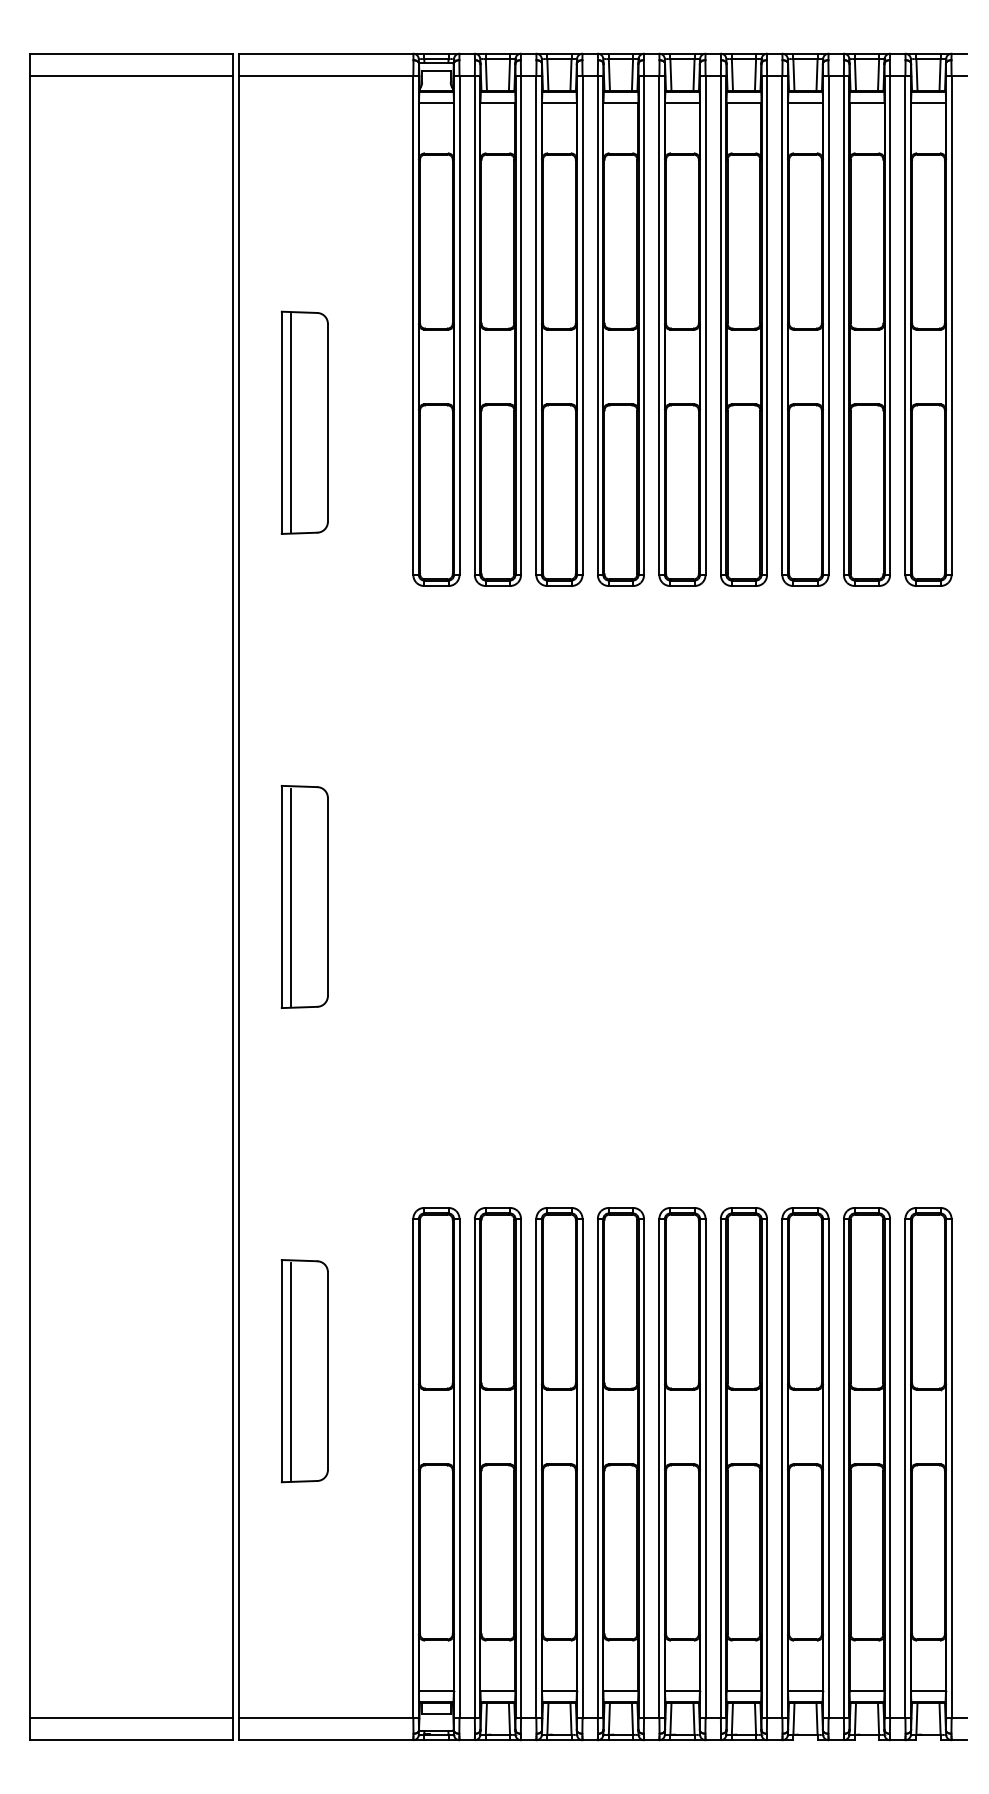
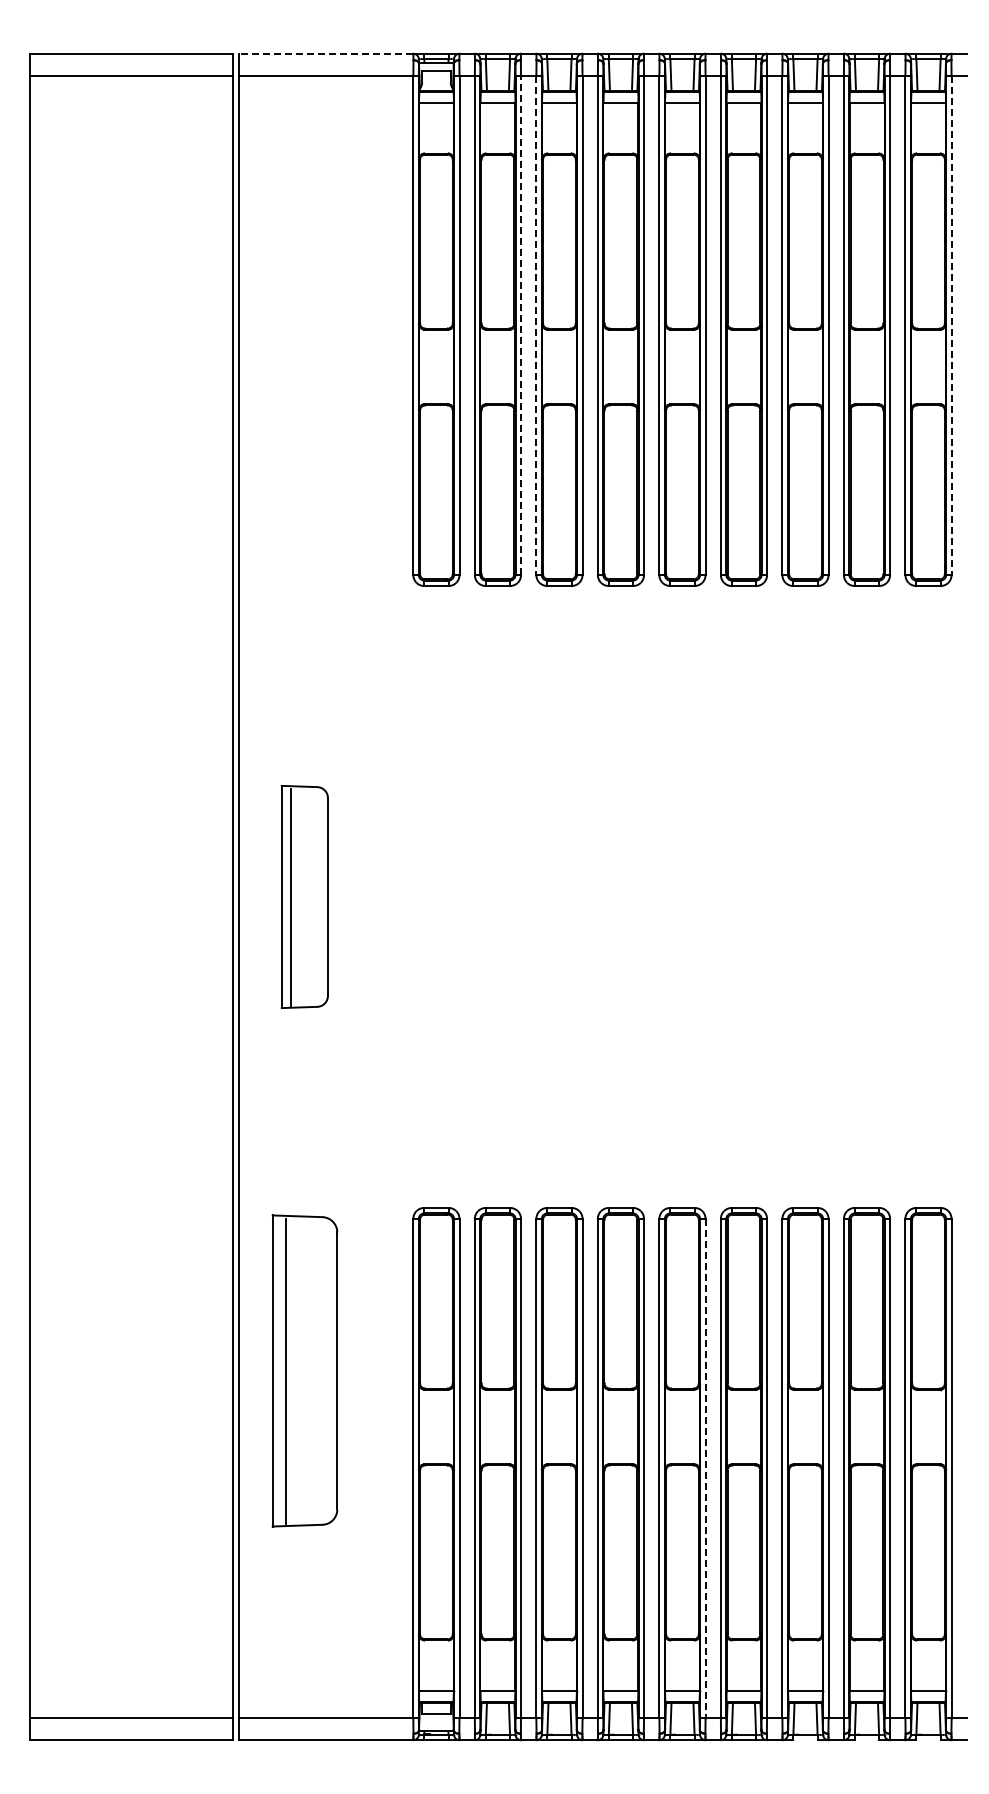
line at (325, 53): solid -> dashed
line at (521, 325): solid -> dashed
line at (536, 325): solid -> dashed
line at (951, 325): solid -> dashed
part at (304, 422): present -> none
part at (304, 1371) size: 49x225 px -> 68x314 px
line at (705, 1468): solid -> dashed
